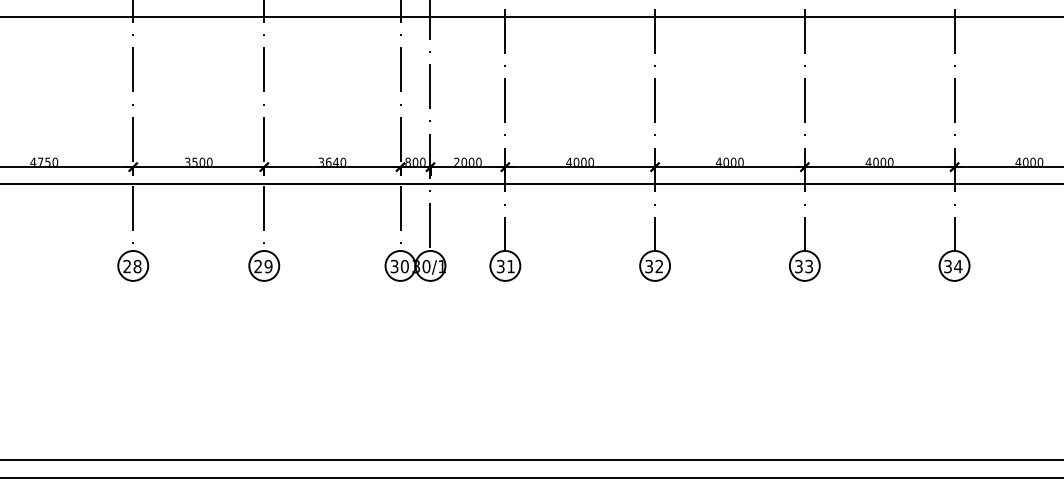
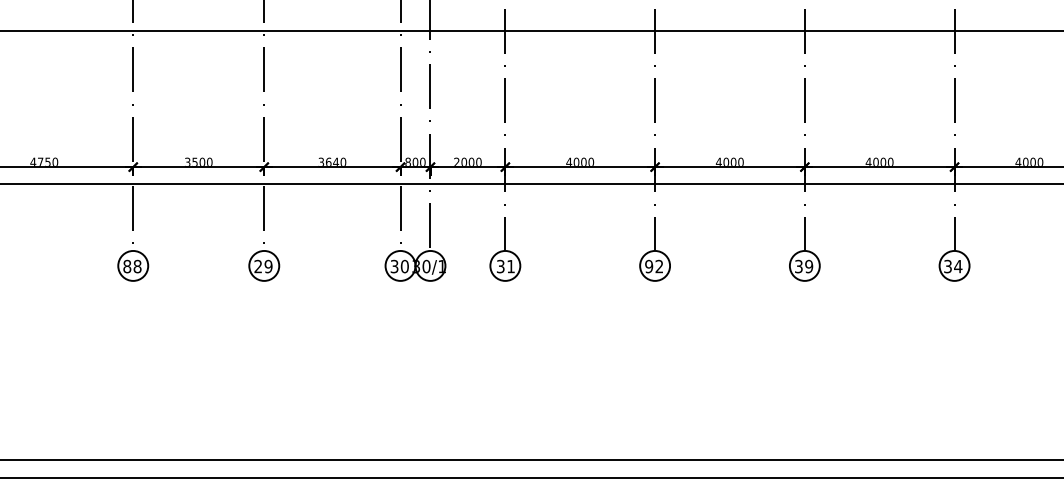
line at (531, 16) position: (531, 16) -> (531, 30)
text at (127, 266): 28 -> 88
text at (649, 266): 32 -> 92
text at (809, 266): 33 -> 39
